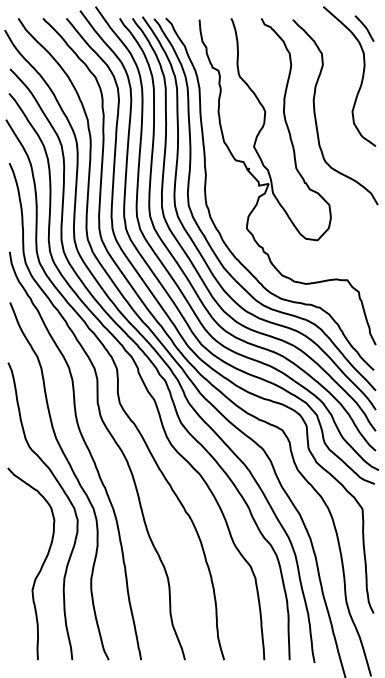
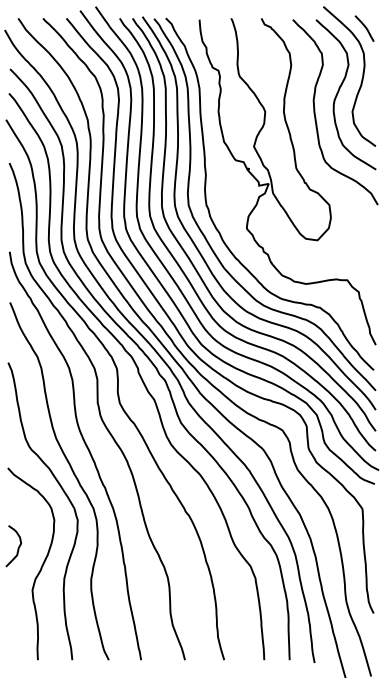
curve at (339, 91): none -> present
curve at (17, 548): none -> present
